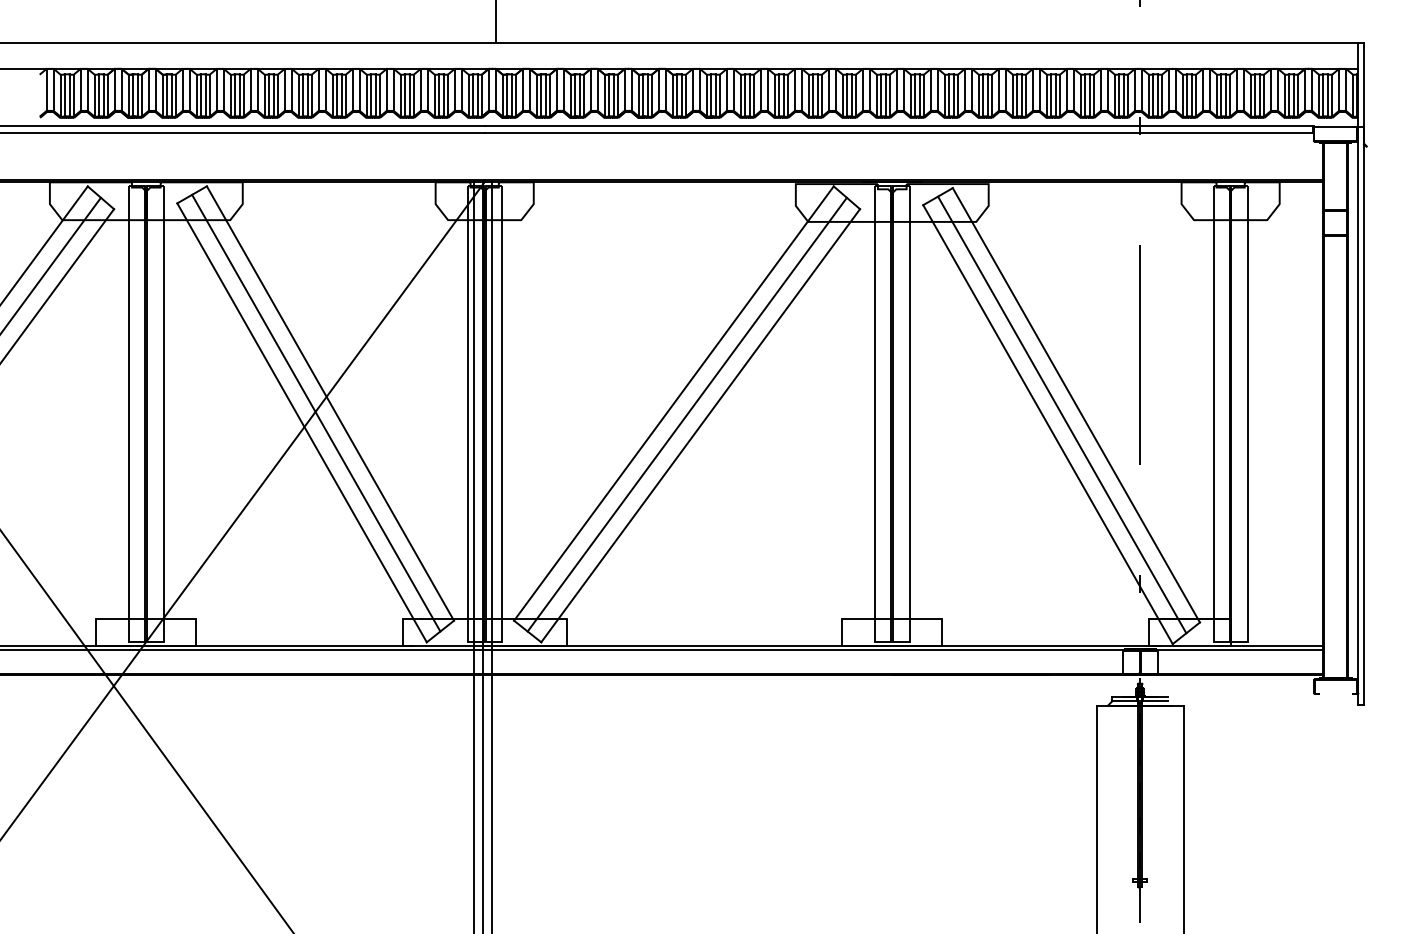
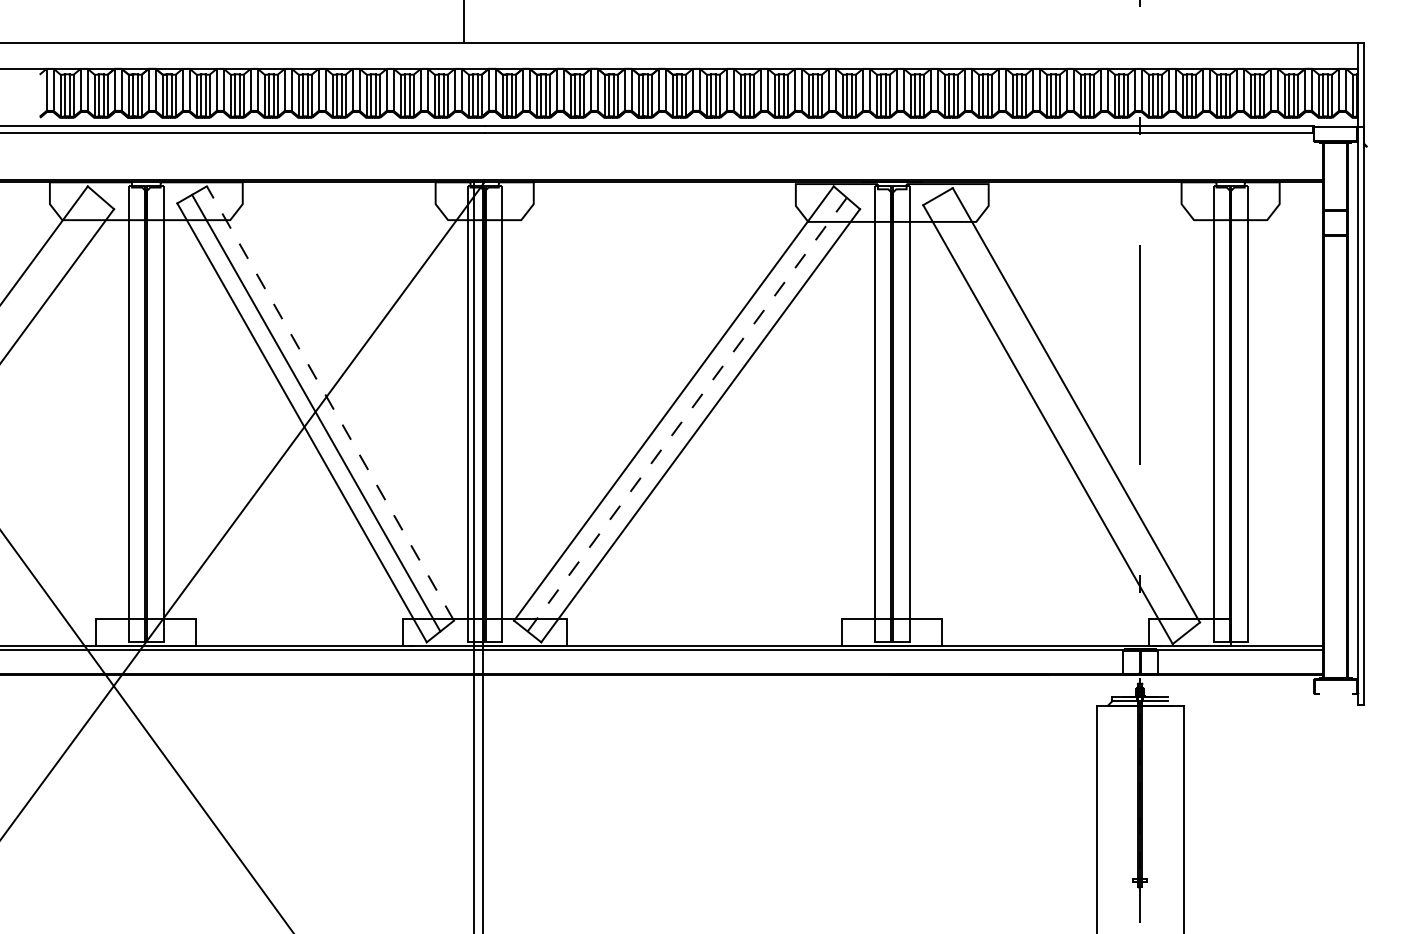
line at (496, 22) position: (496, 22) -> (464, 22)
line at (51, 264): present -> none
line at (330, 403): solid -> dashed
line at (687, 414): solid -> dashed
line at (1062, 414): present -> none
line at (491, 556): present -> none
